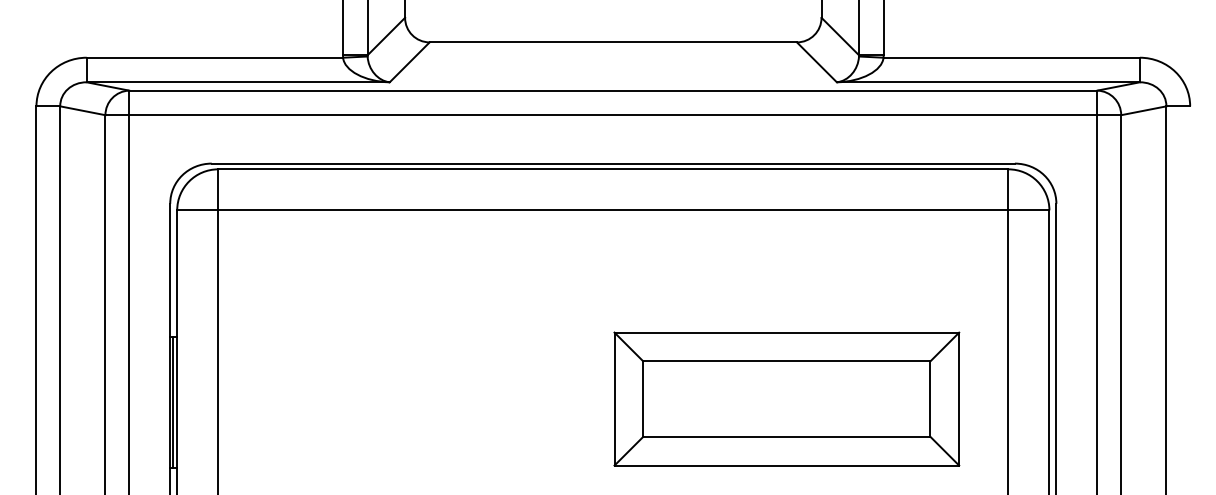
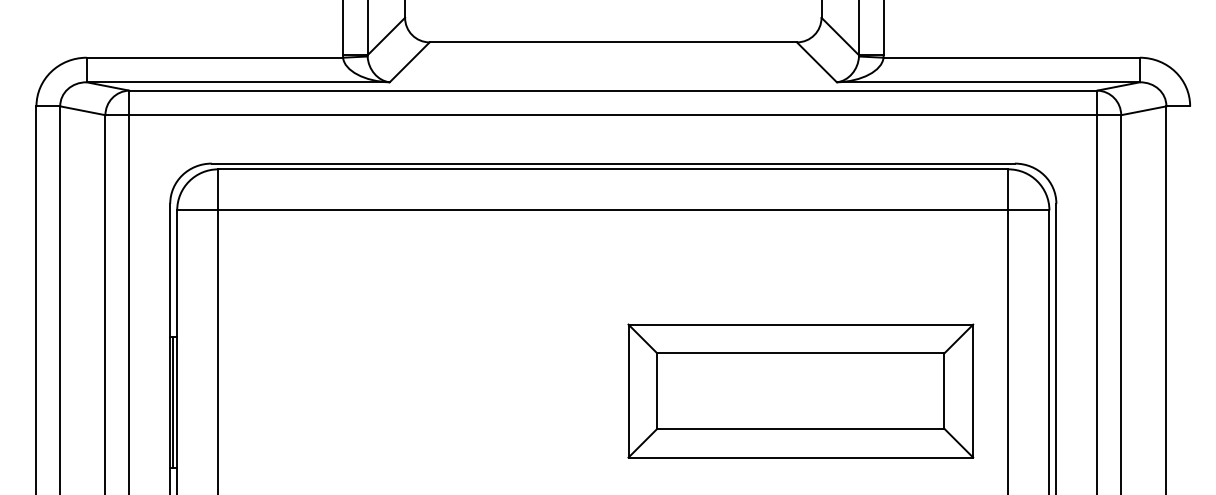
part at (786, 398) position: (786, 398) -> (800, 390)
